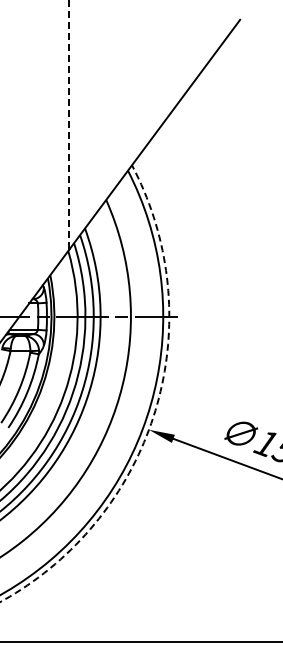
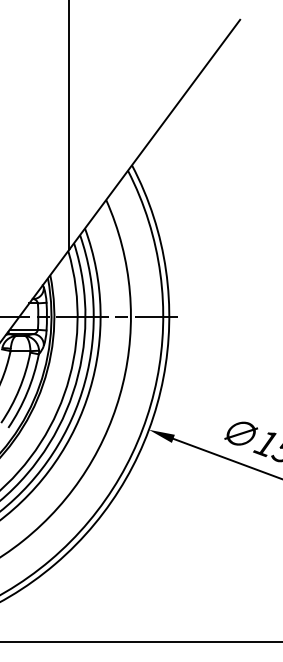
line at (69, 124): dashed -> solid
arc at (155, 410): dashed -> solid
